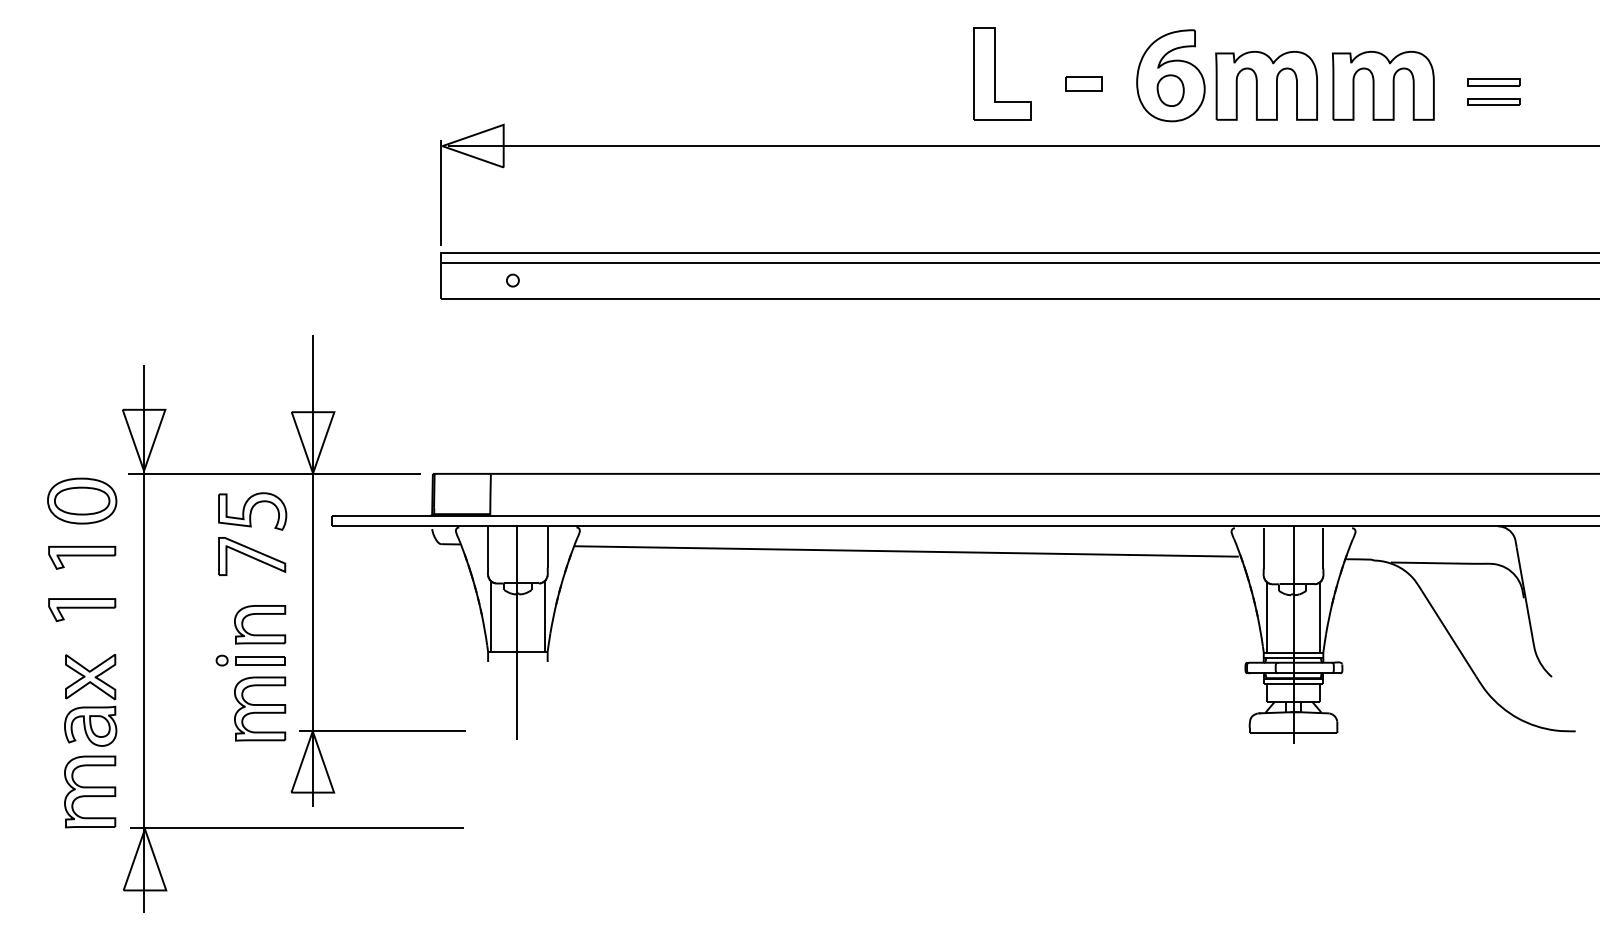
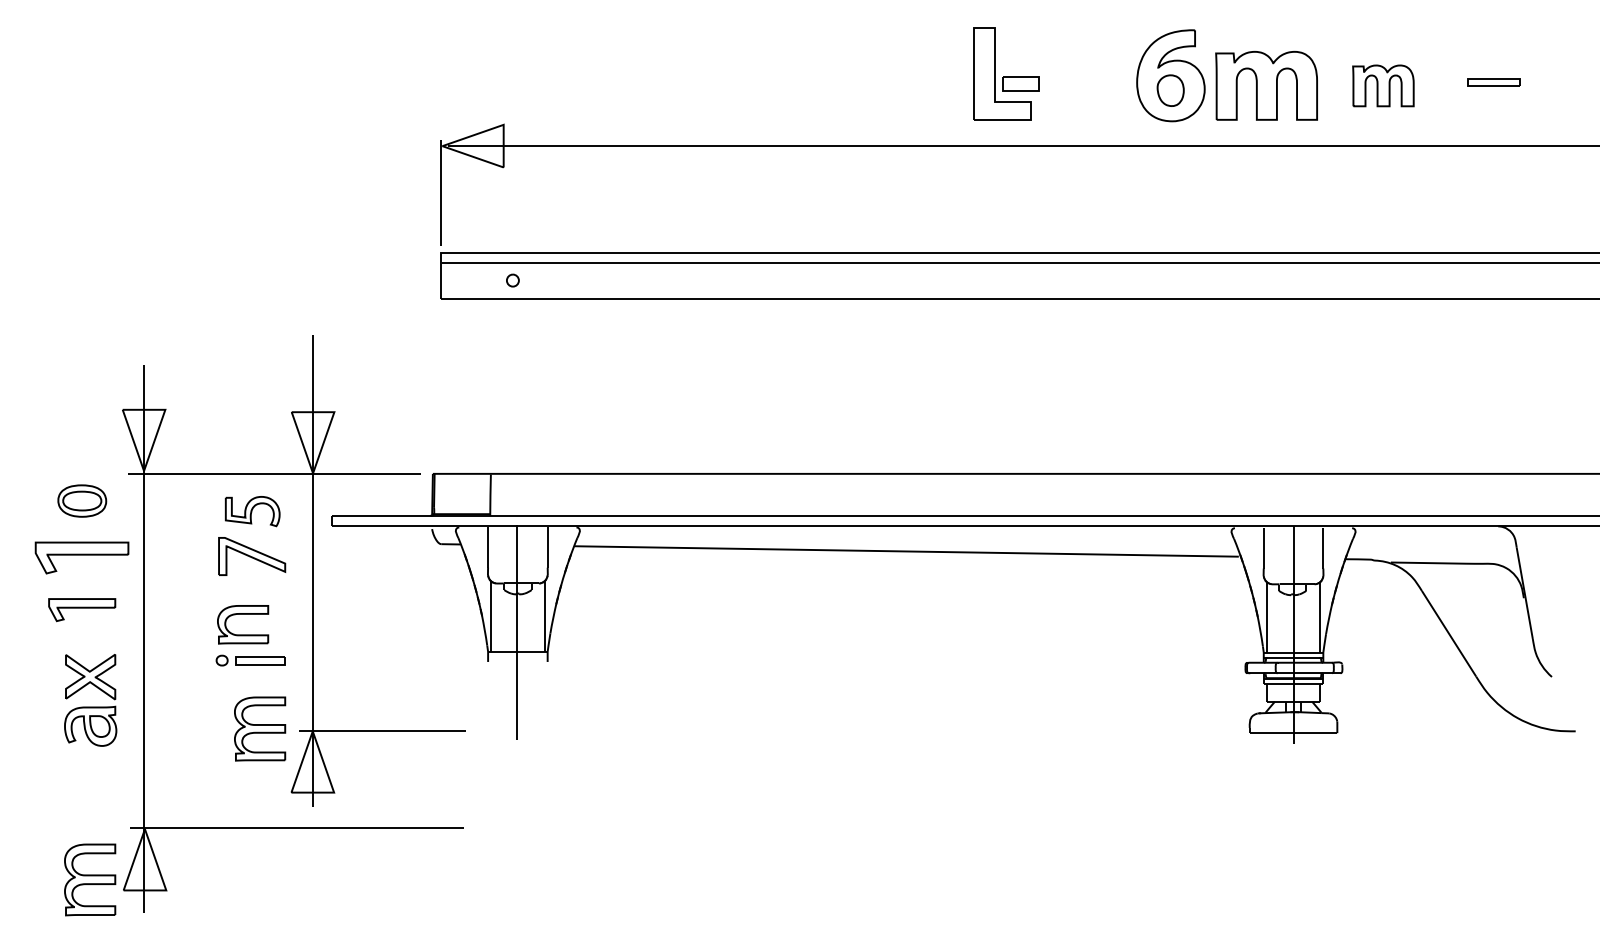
part at (1083, 83) position: (1083, 83) -> (1020, 83)
part at (1383, 85) size: 103x70 px -> 63x44 px
part at (1493, 101): present -> none
part at (82, 500) size: 71x48 px -> 51x34 px
part at (252, 511) size: 70x39 px -> 57x32 px
part at (82, 557) size: 69x25 px -> 96x34 px
part at (260, 614) position: (260, 614) -> (243, 614)
part at (260, 708) position: (260, 708) -> (260, 728)
part at (90, 791) position: (90, 791) -> (90, 879)
